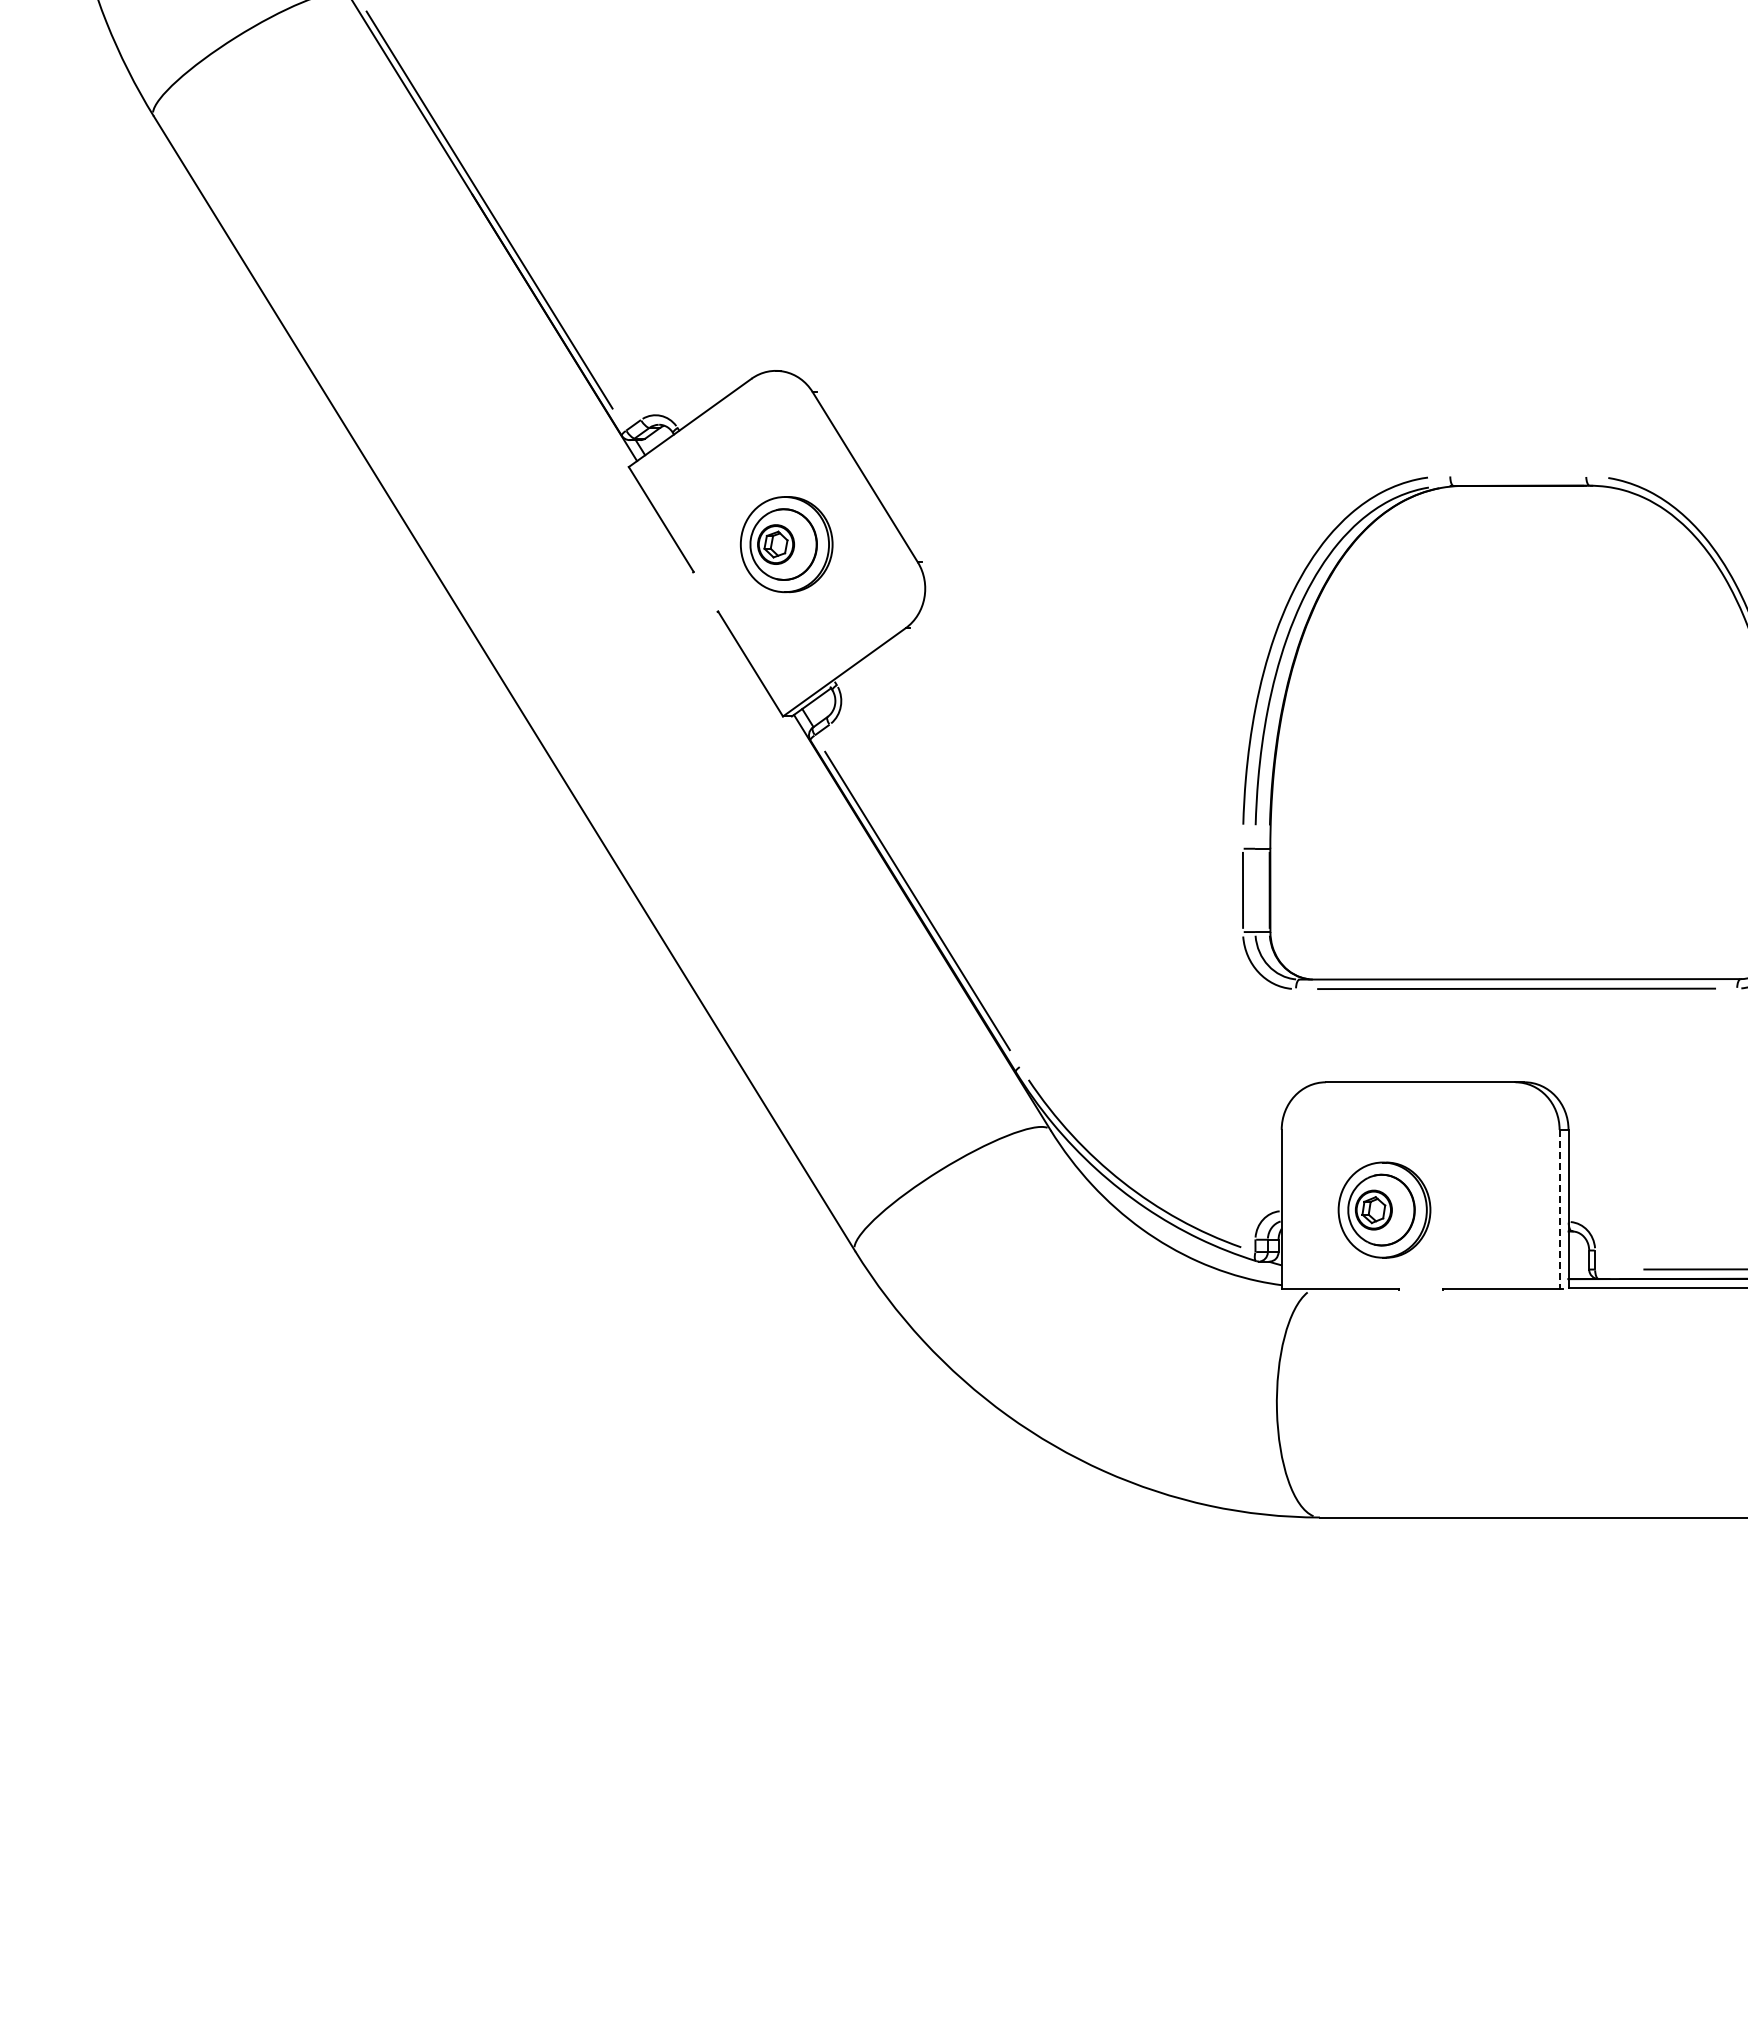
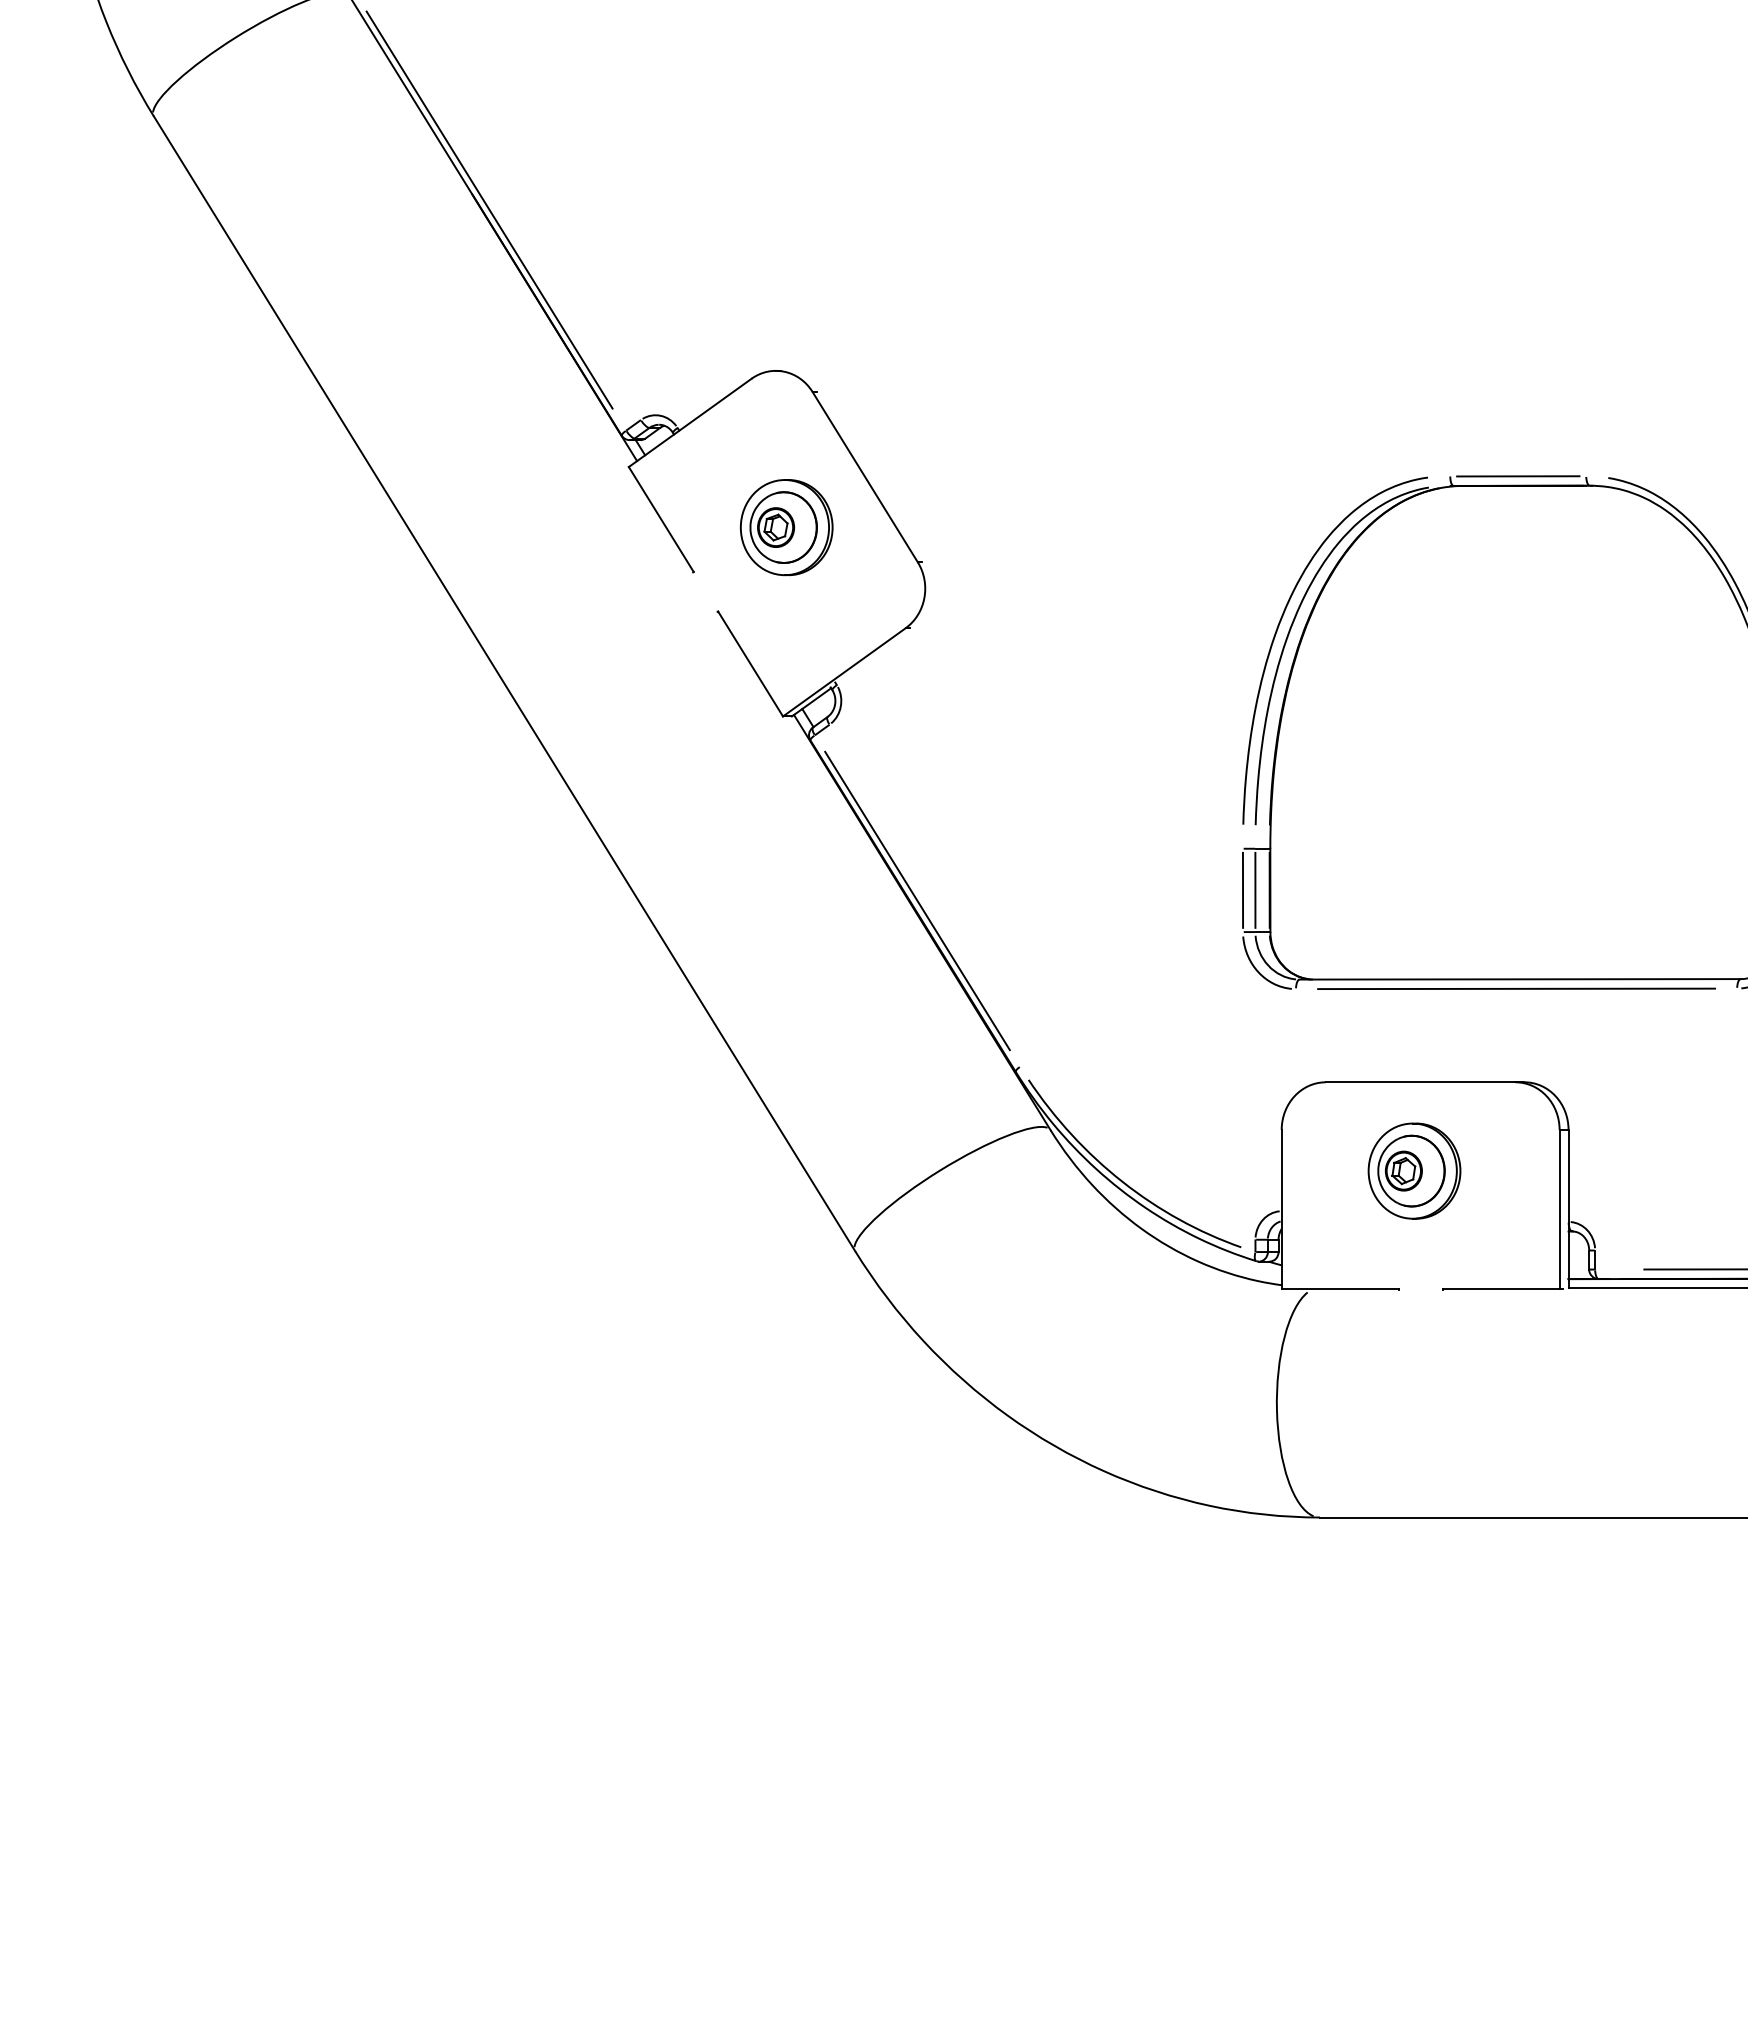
line at (1518, 476): none -> present
part at (786, 544) position: (786, 544) -> (786, 527)
line at (1255, 889): none -> present
part at (1384, 1209) position: (1384, 1209) -> (1414, 1170)
line at (1559, 1209): dashed -> solid
